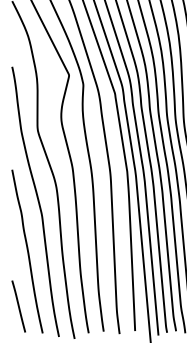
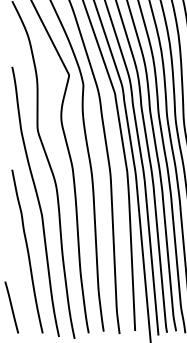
line at (18, 306) position: (18, 306) -> (11, 307)
